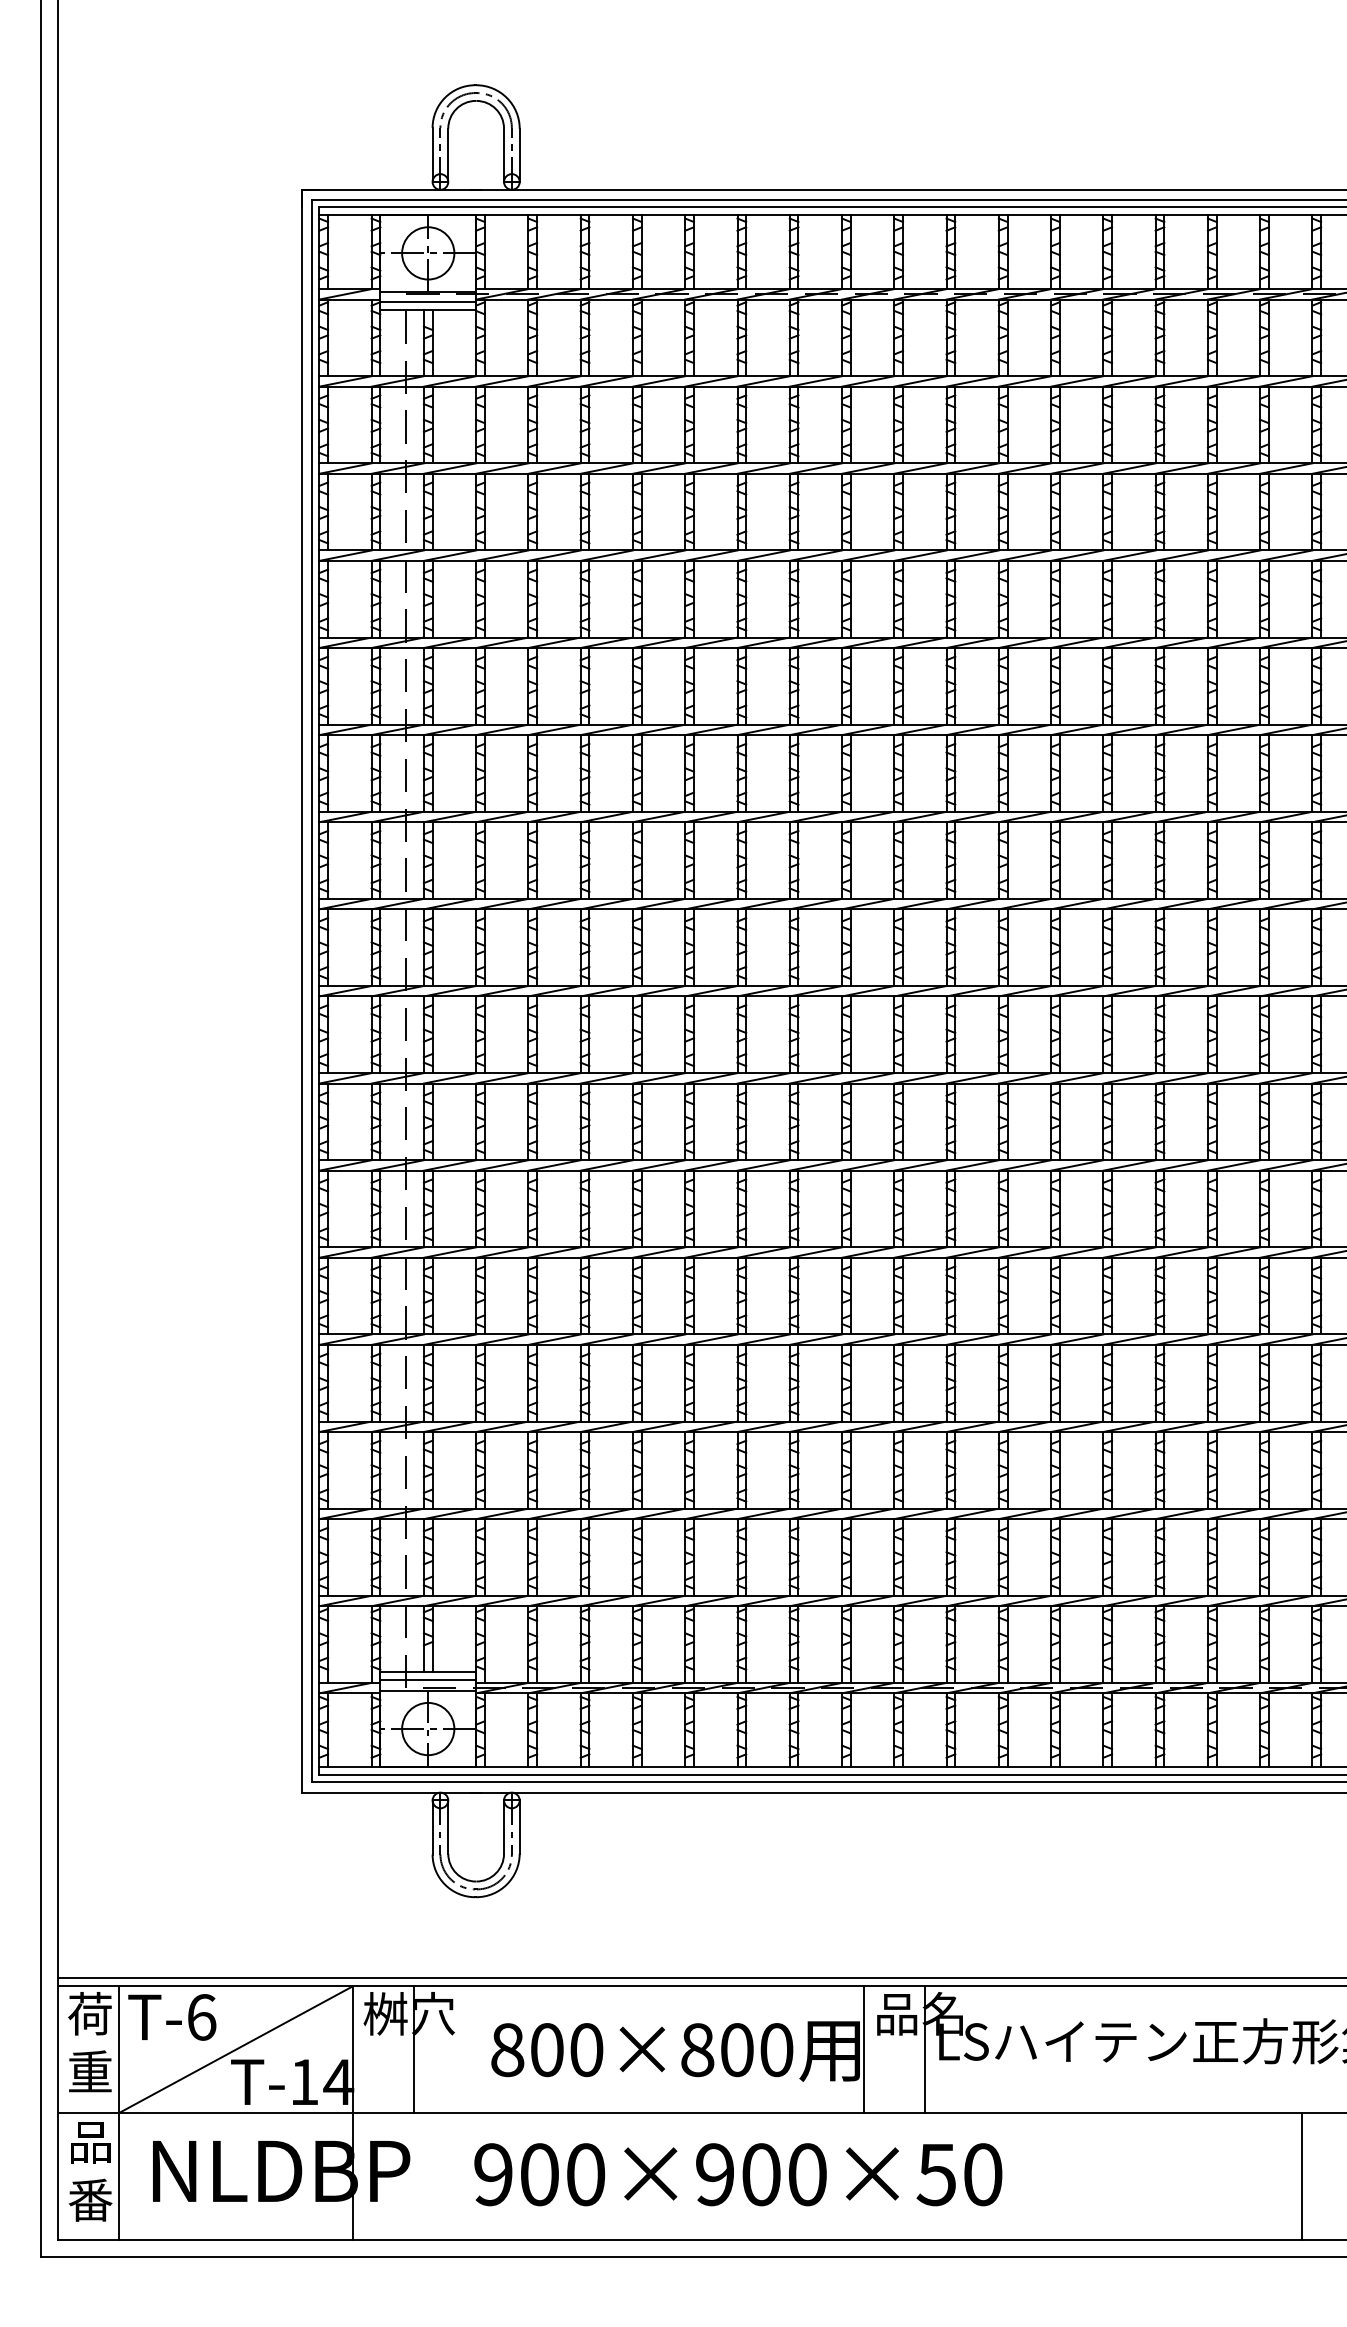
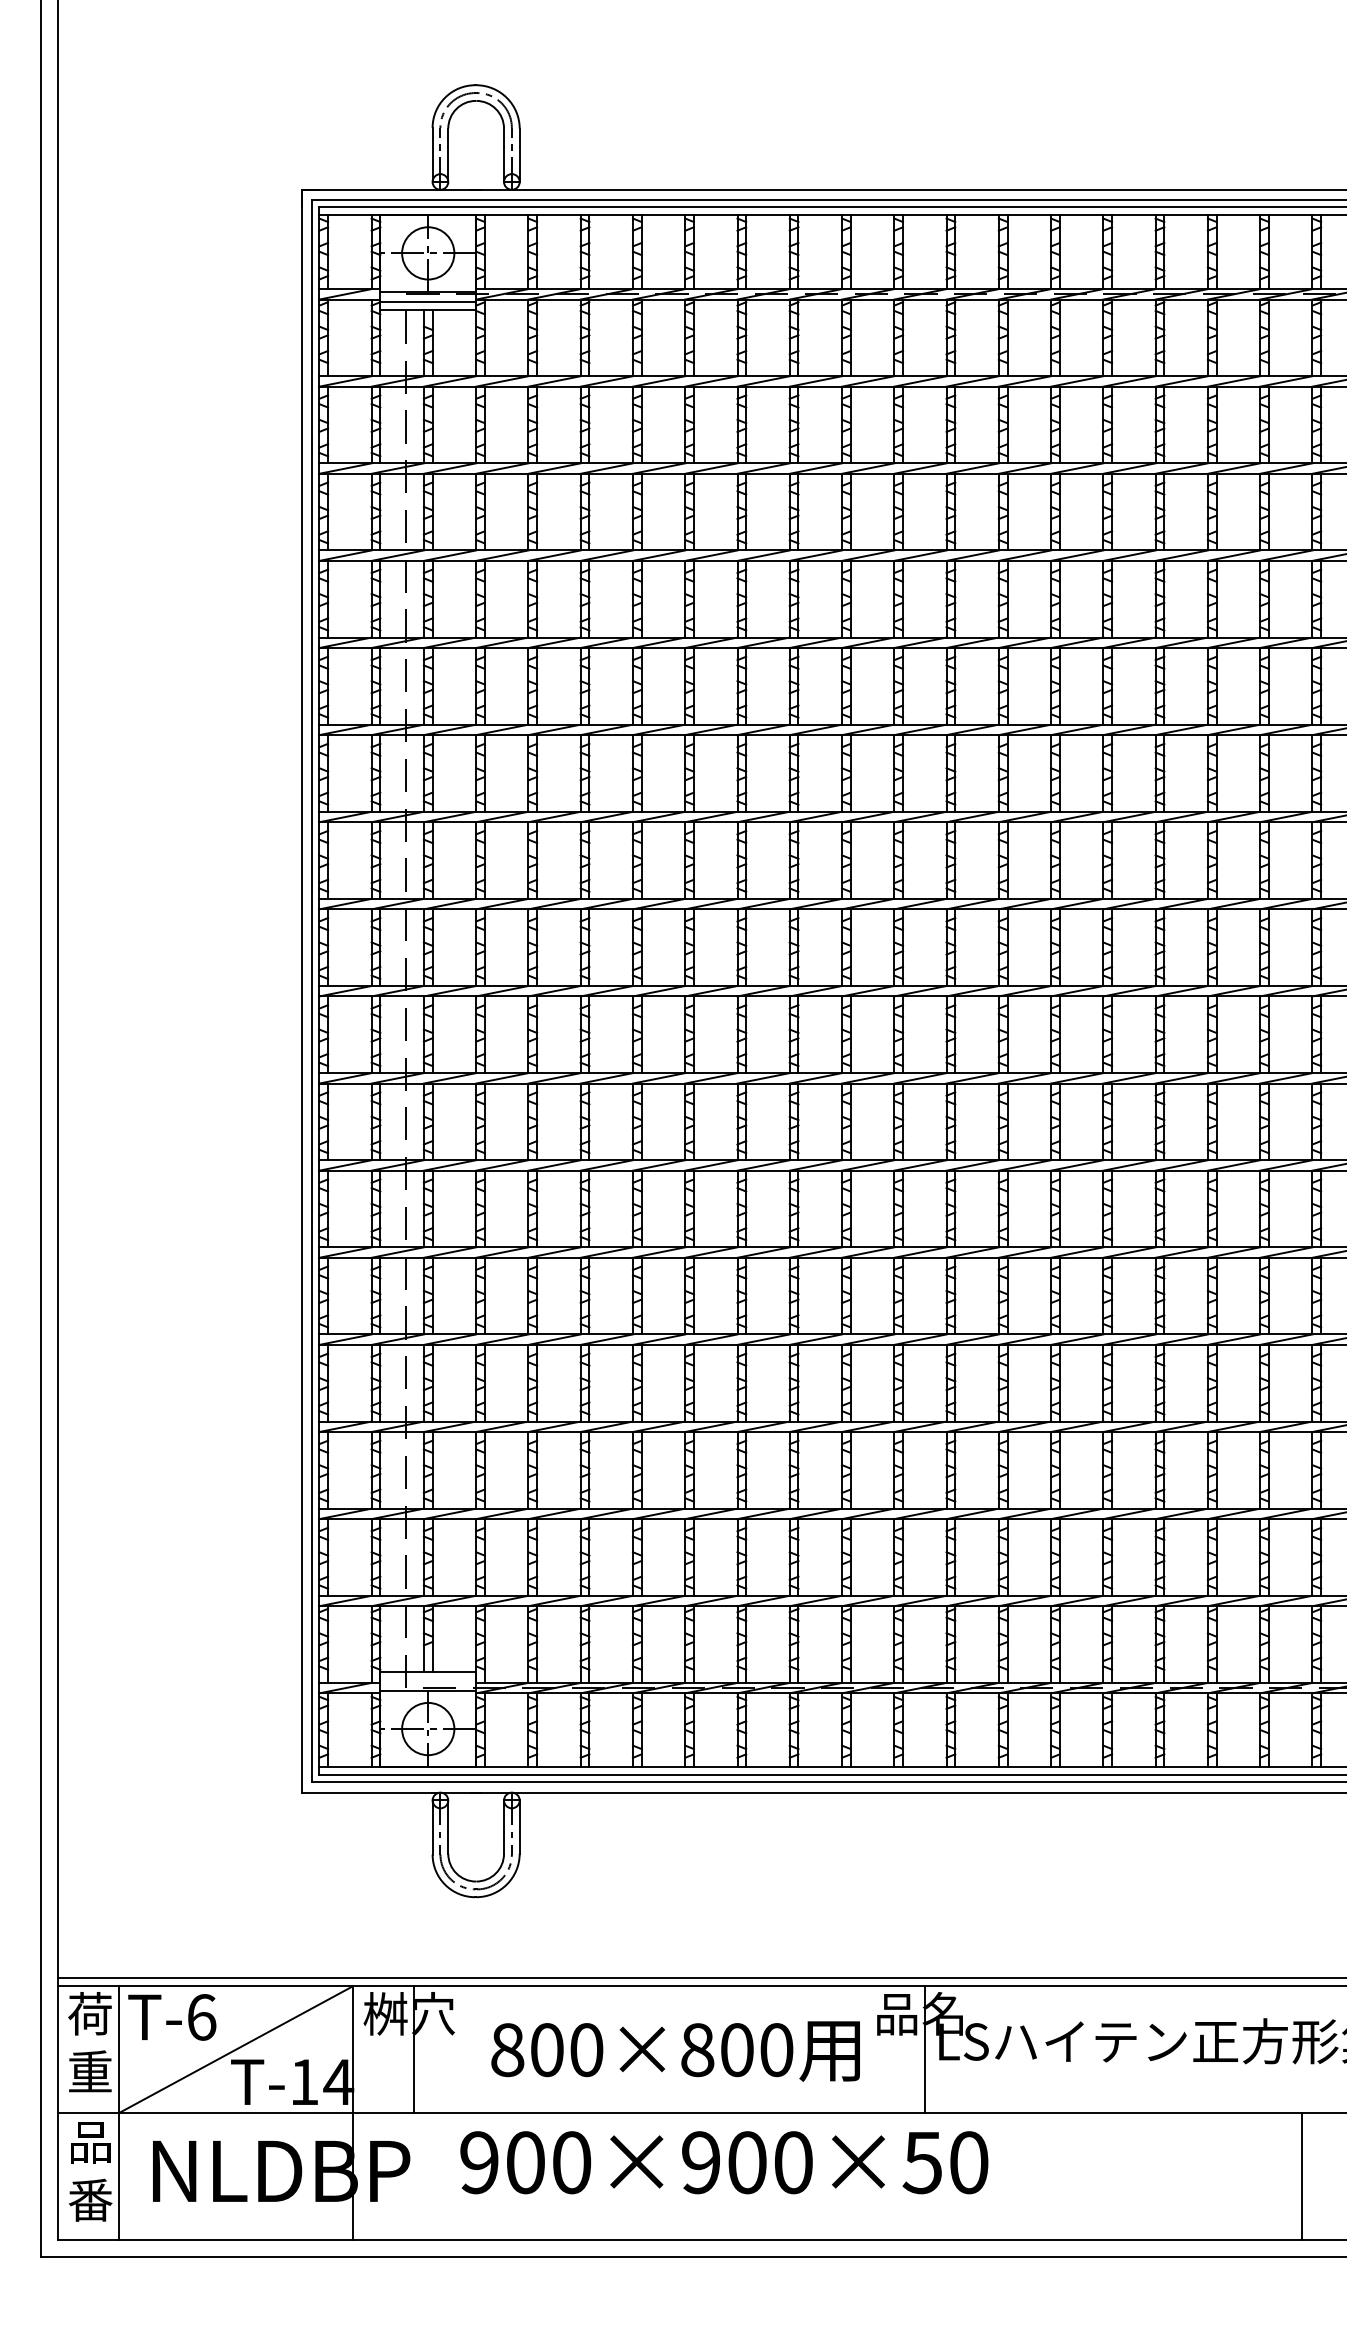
line at (428, 1680): present -> none
line at (863, 2049): present -> none
text at (738, 2174) position: (738, 2174) -> (724, 2162)
